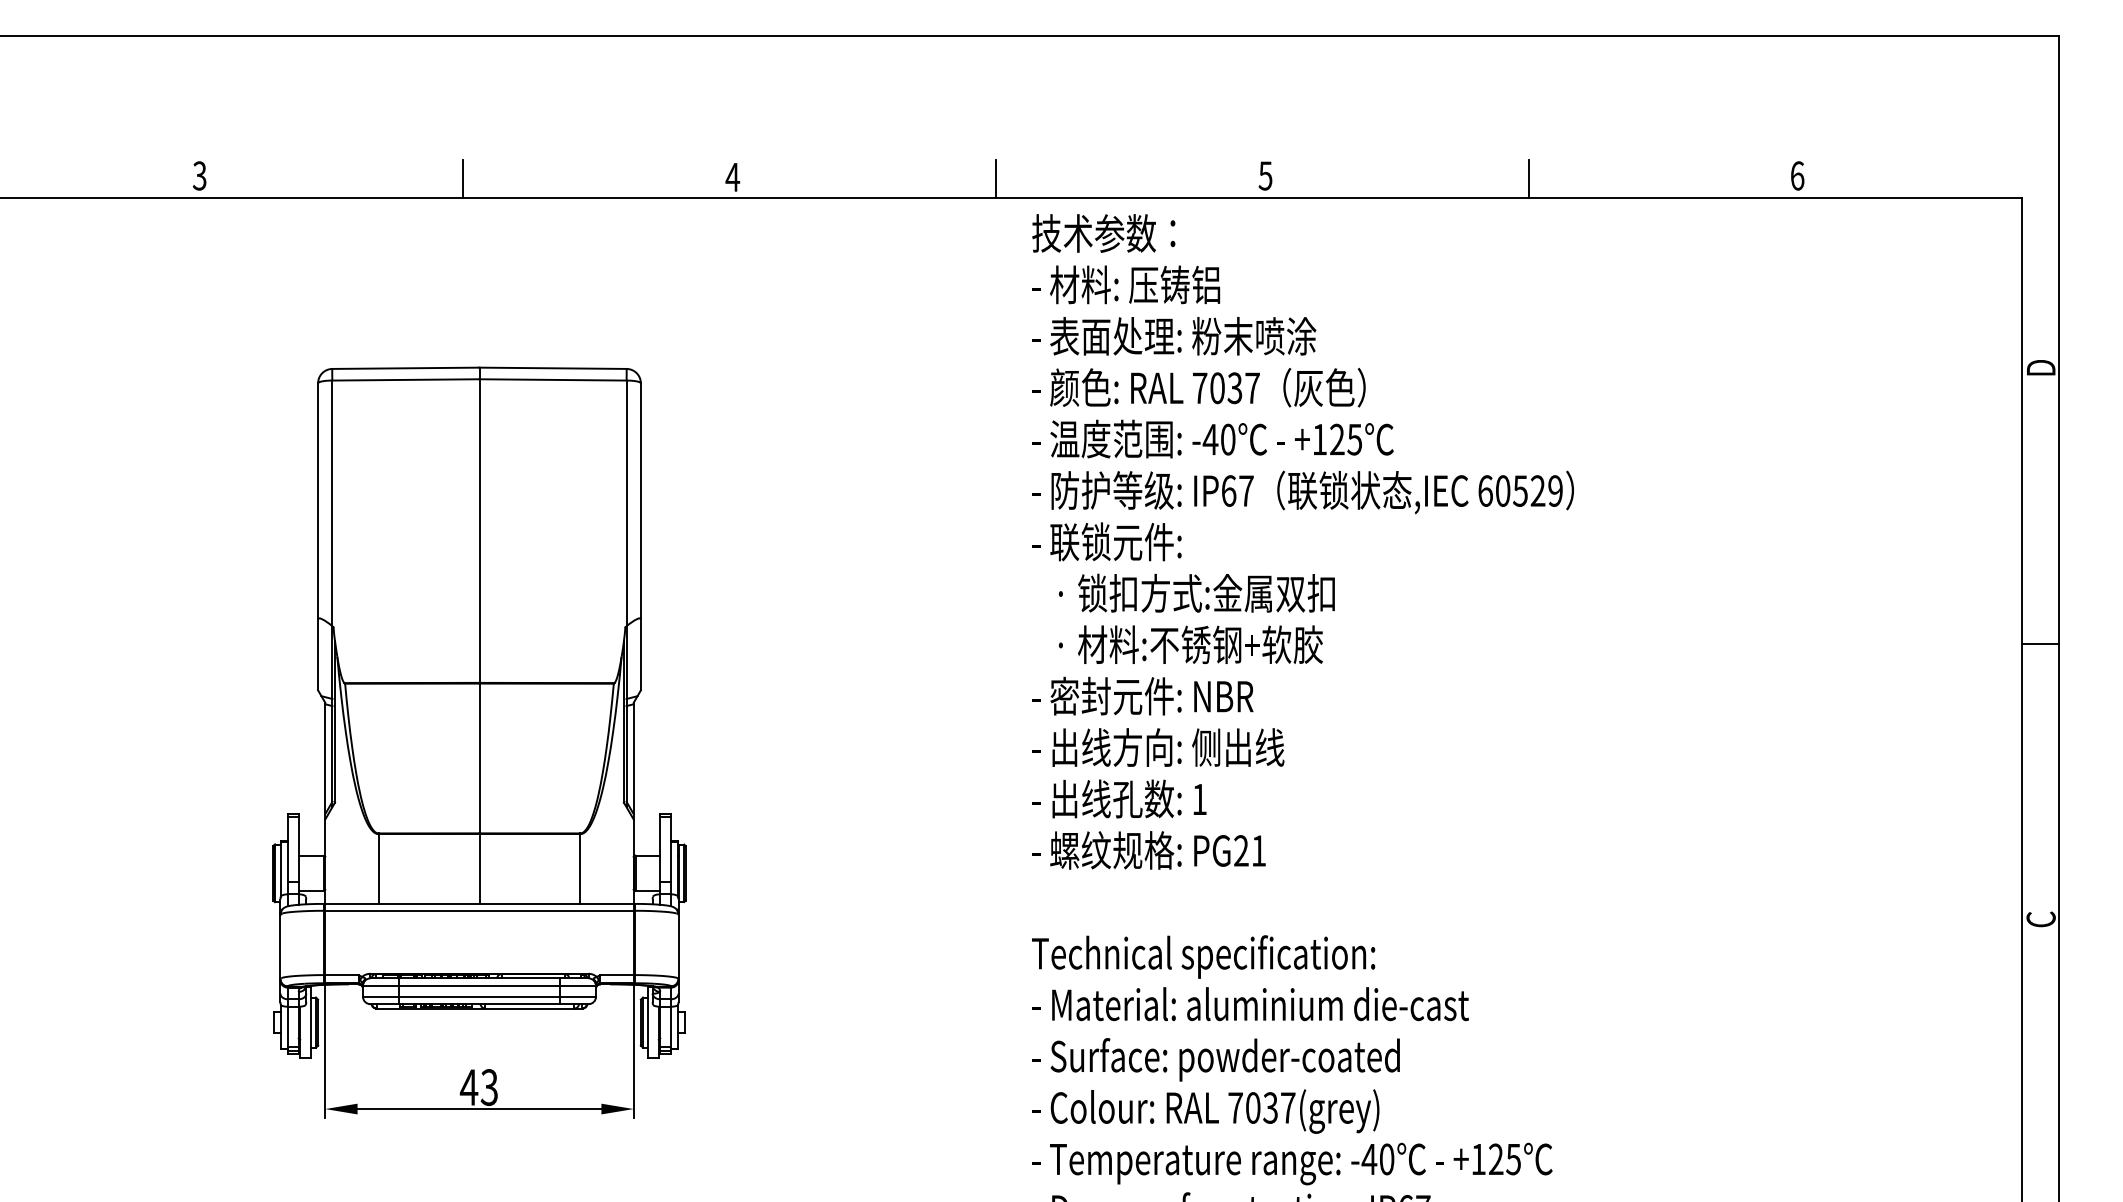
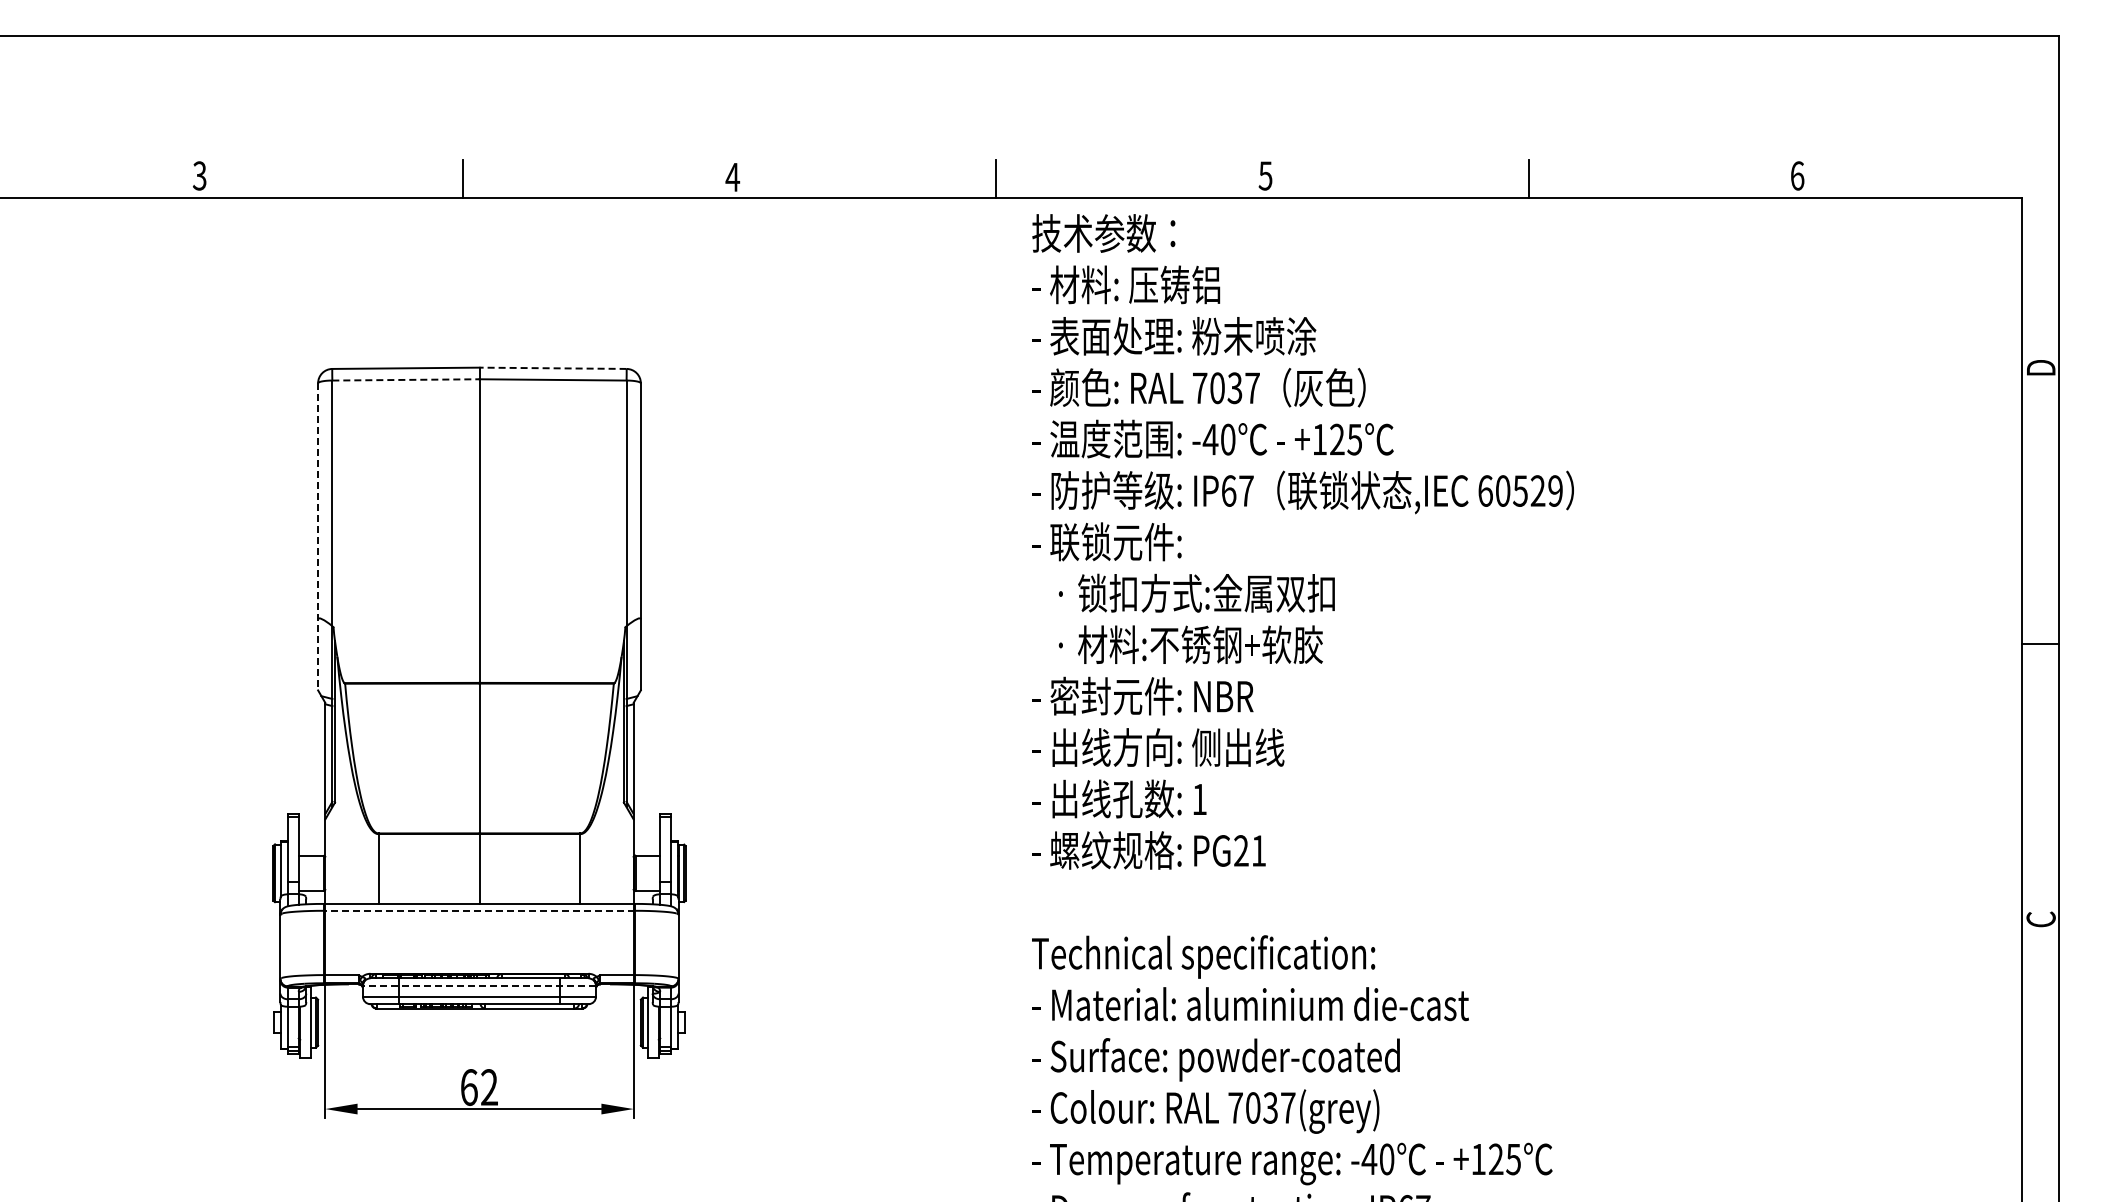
line at (553, 368): solid -> dashed
line at (405, 379): solid -> dashed
line at (318, 536): solid -> dashed
line at (479, 910): solid -> dashed
line at (479, 985): solid -> dashed
text at (478, 1087): 43 -> 62
